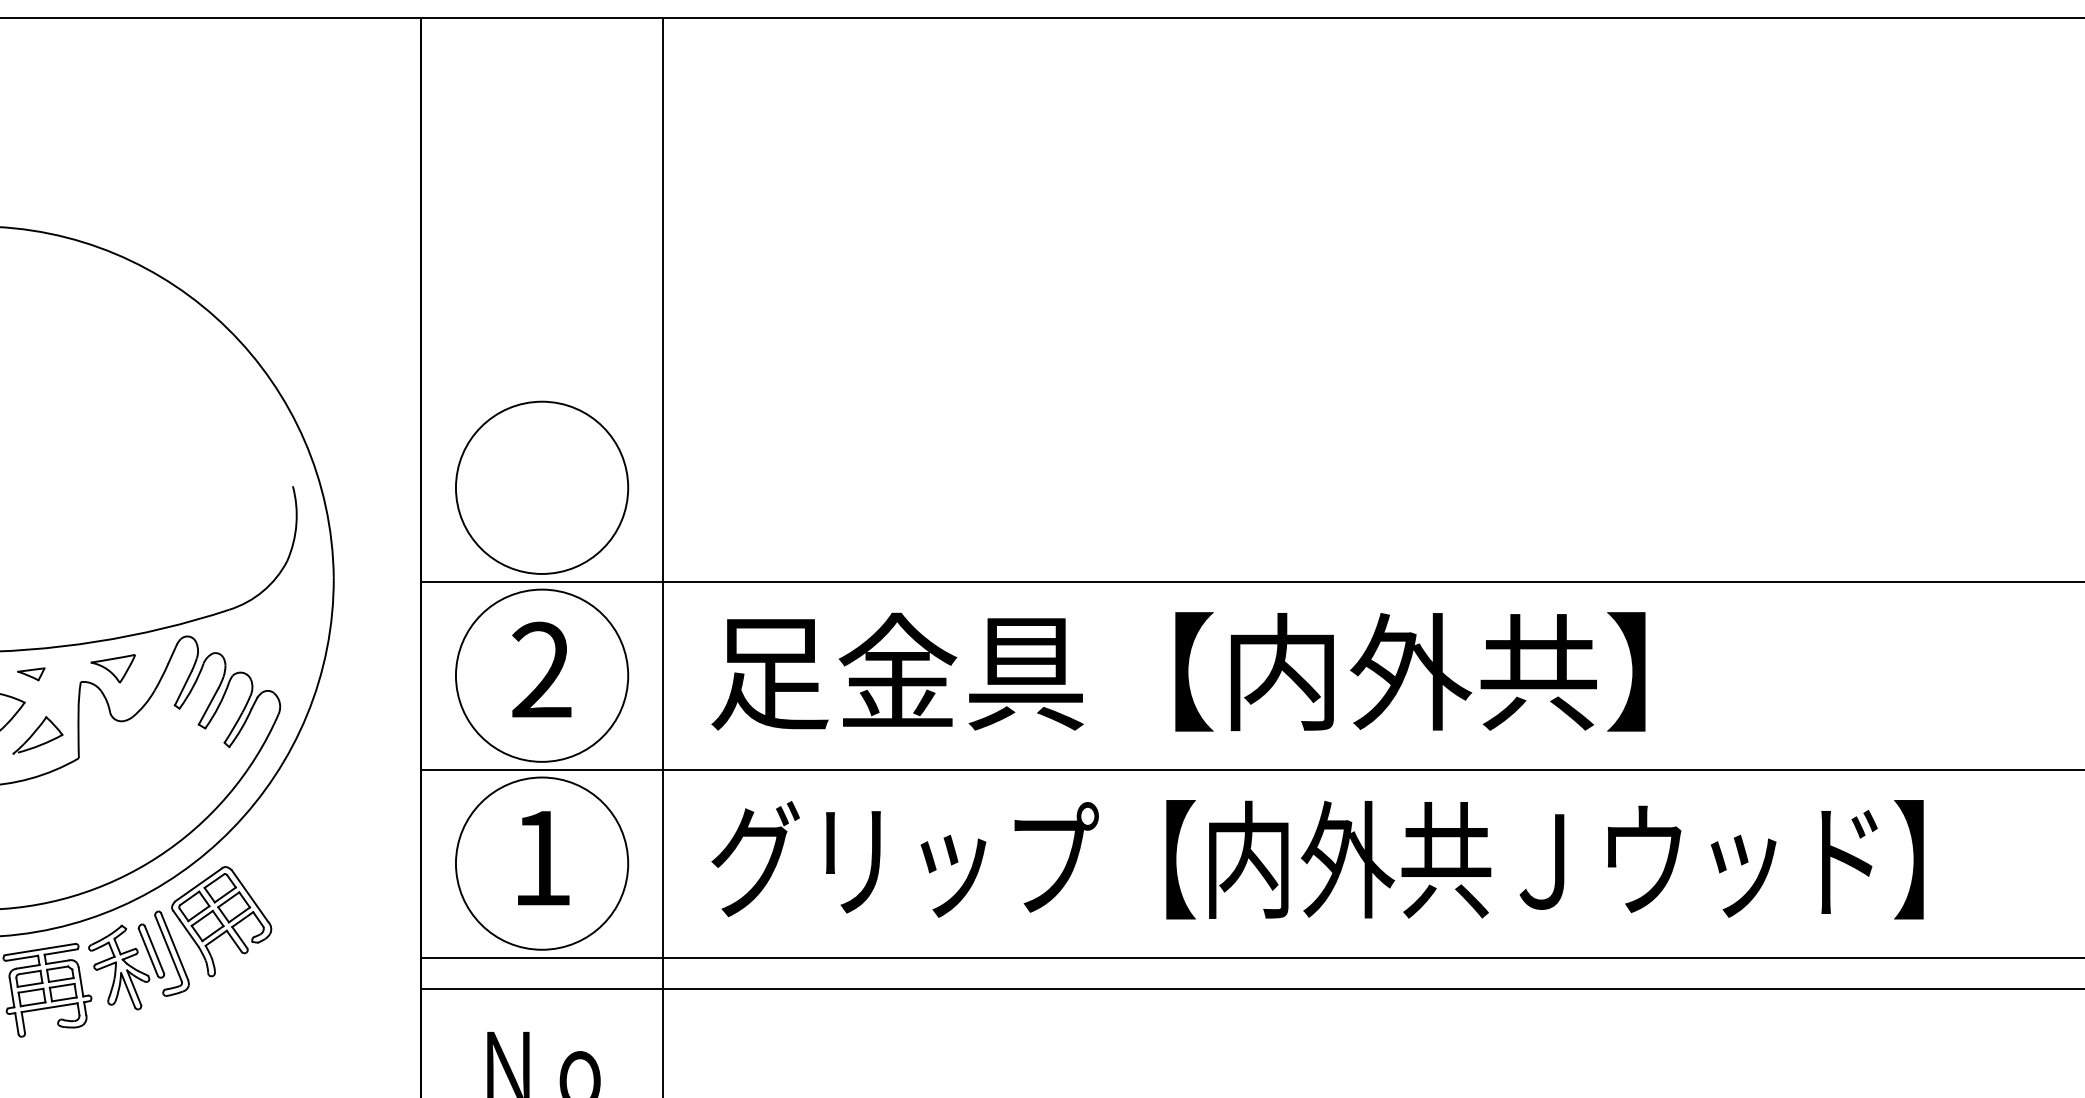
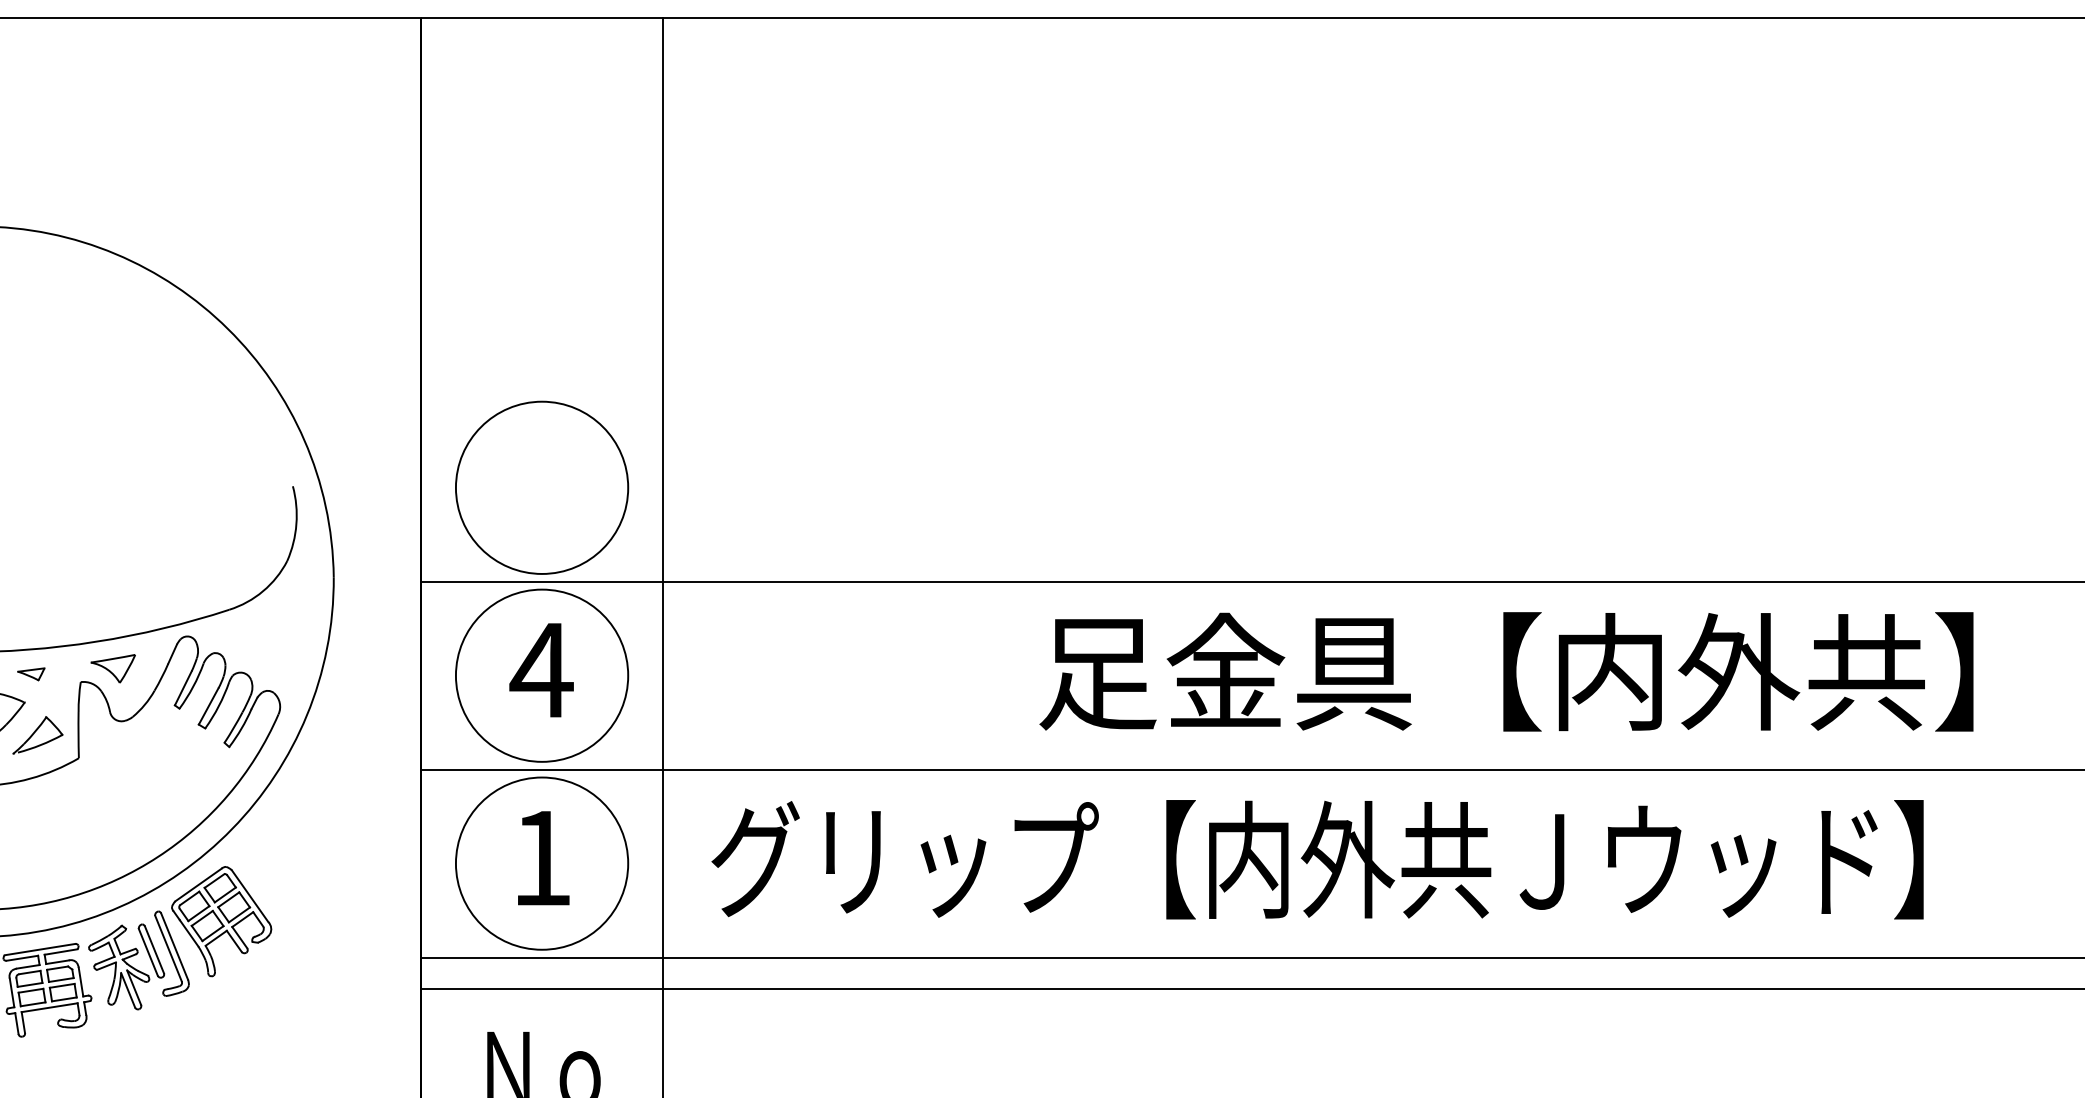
text at (541, 669): 2 -> 4
text at (1178, 671) position: (1178, 671) -> (1506, 671)
